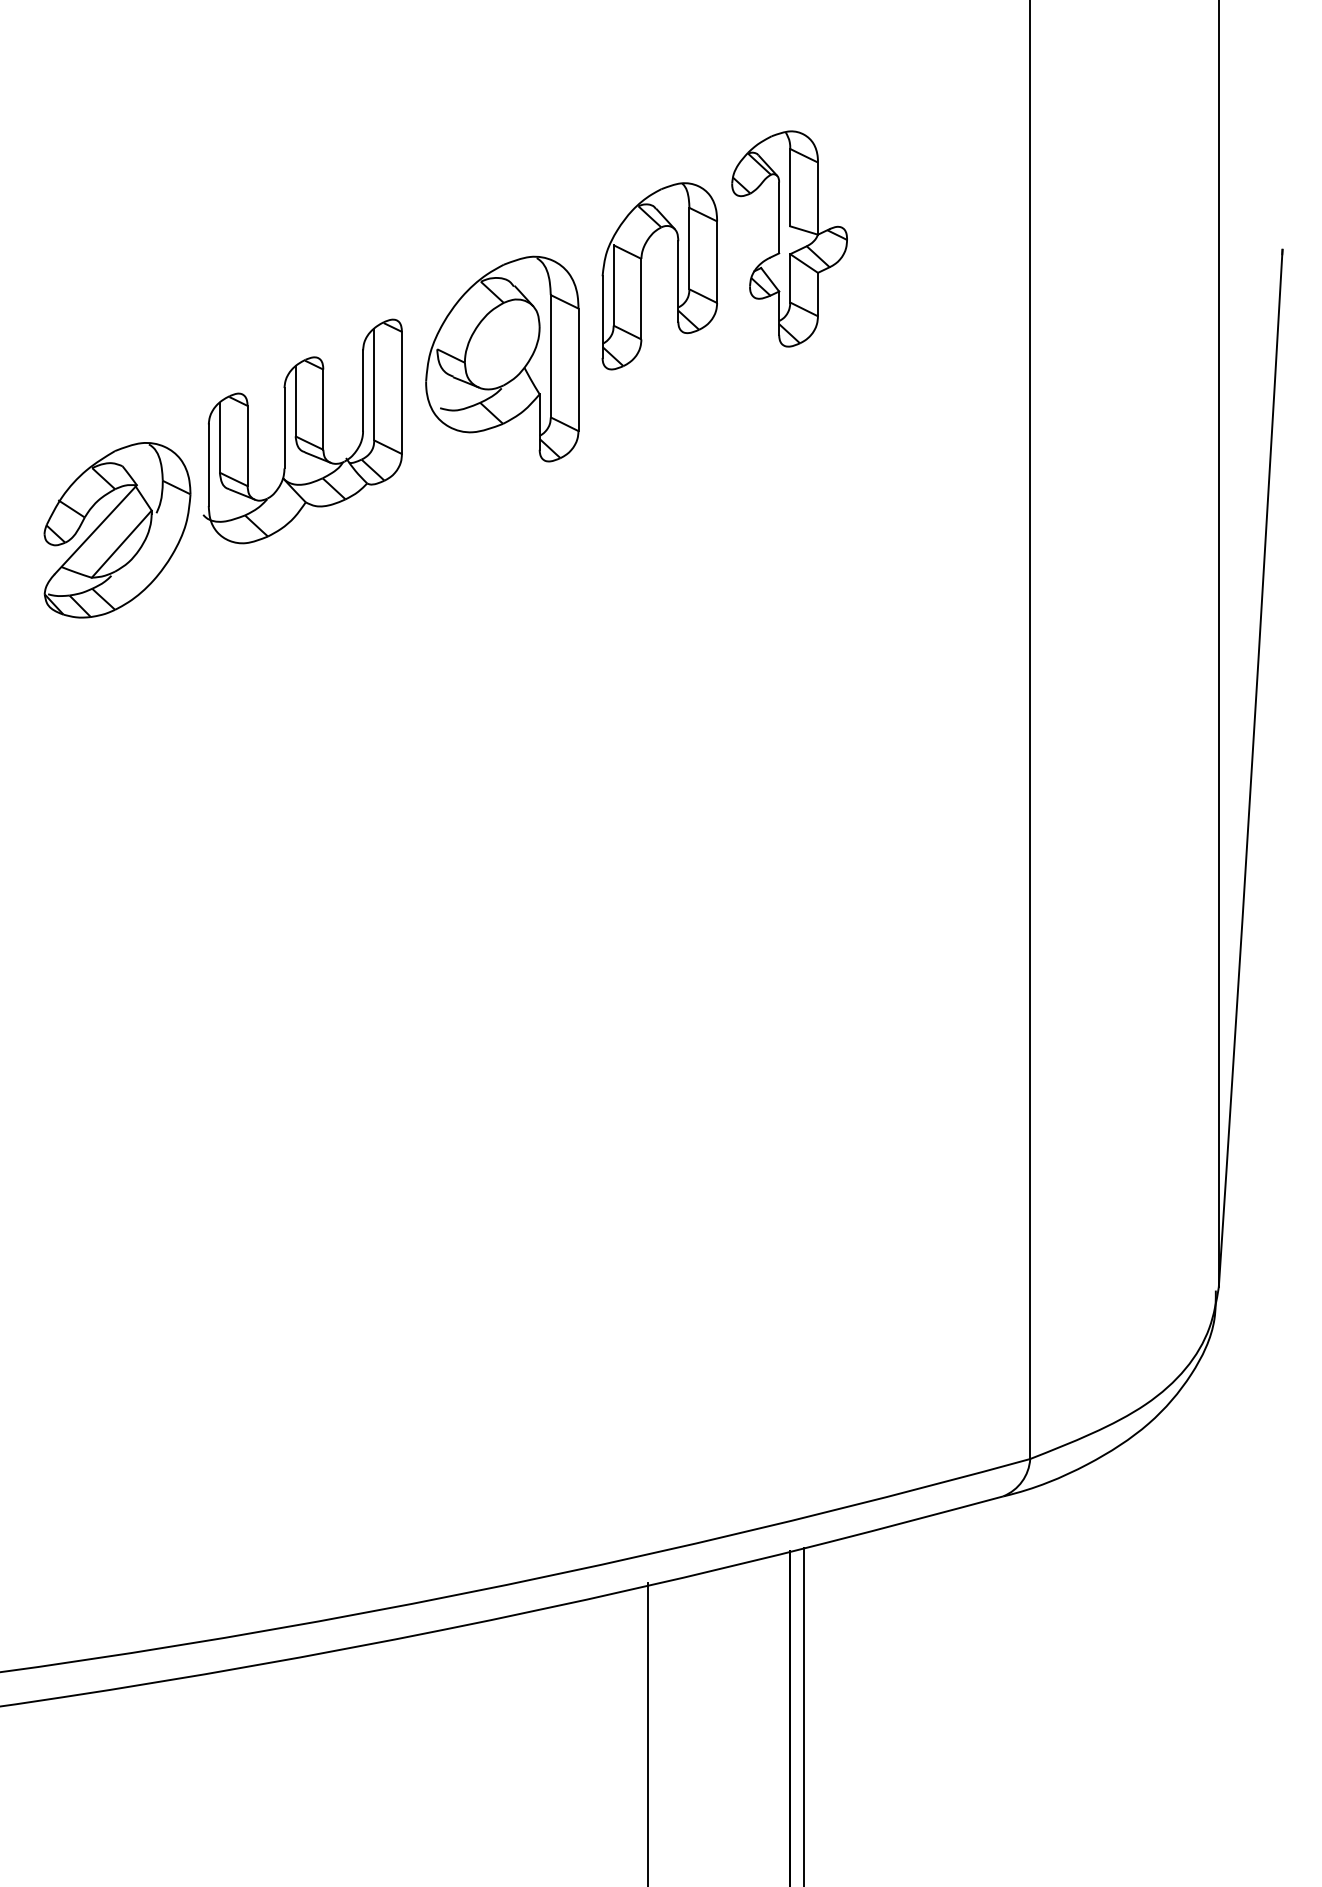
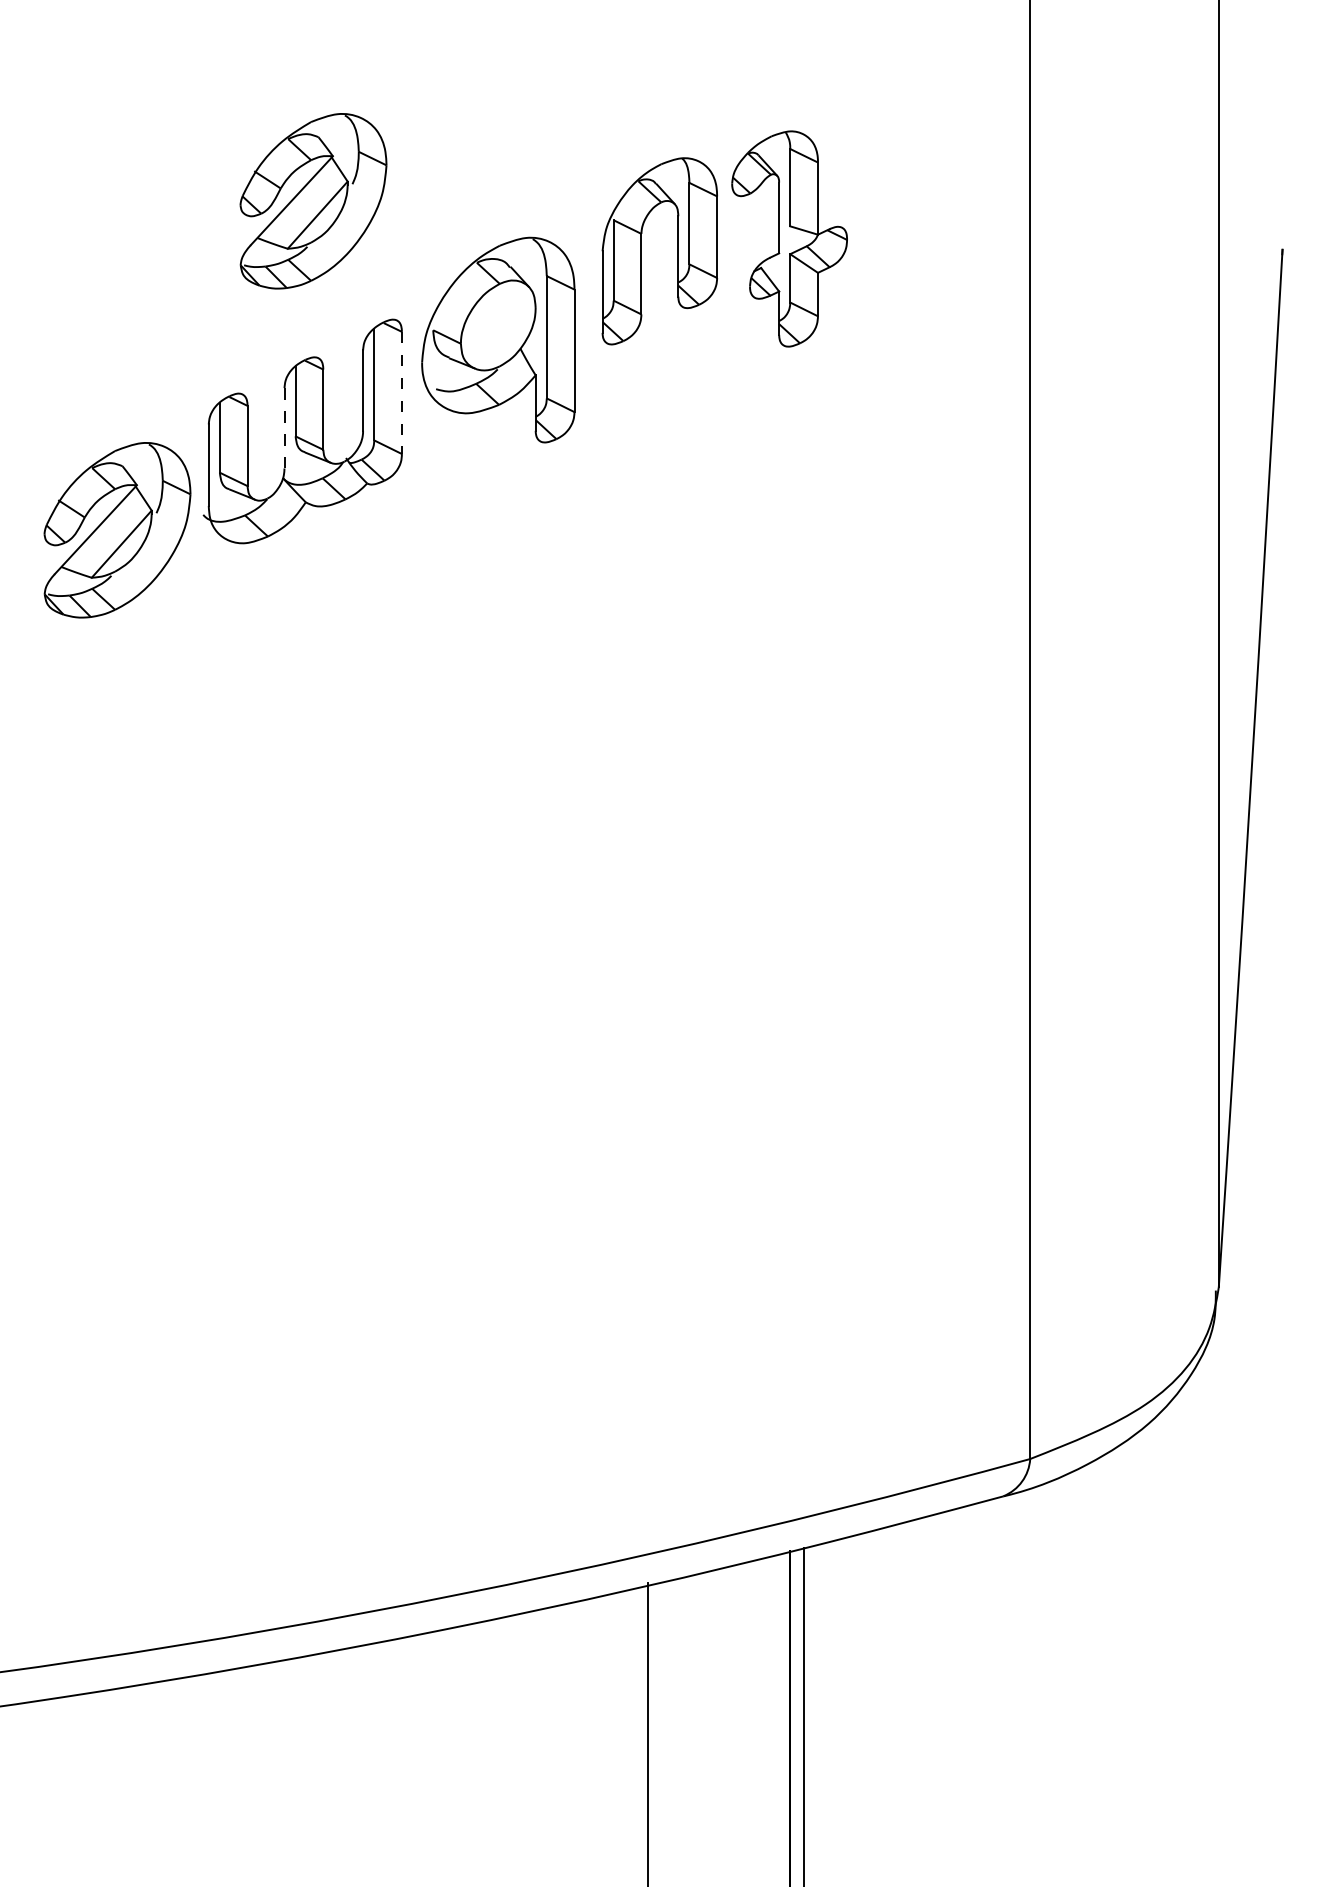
part at (313, 201): none -> present
part at (641, 276) position: (641, 276) -> (641, 251)
part at (502, 358) position: (502, 358) -> (498, 339)
line at (401, 393): solid -> dashed
line at (284, 427): solid -> dashed
